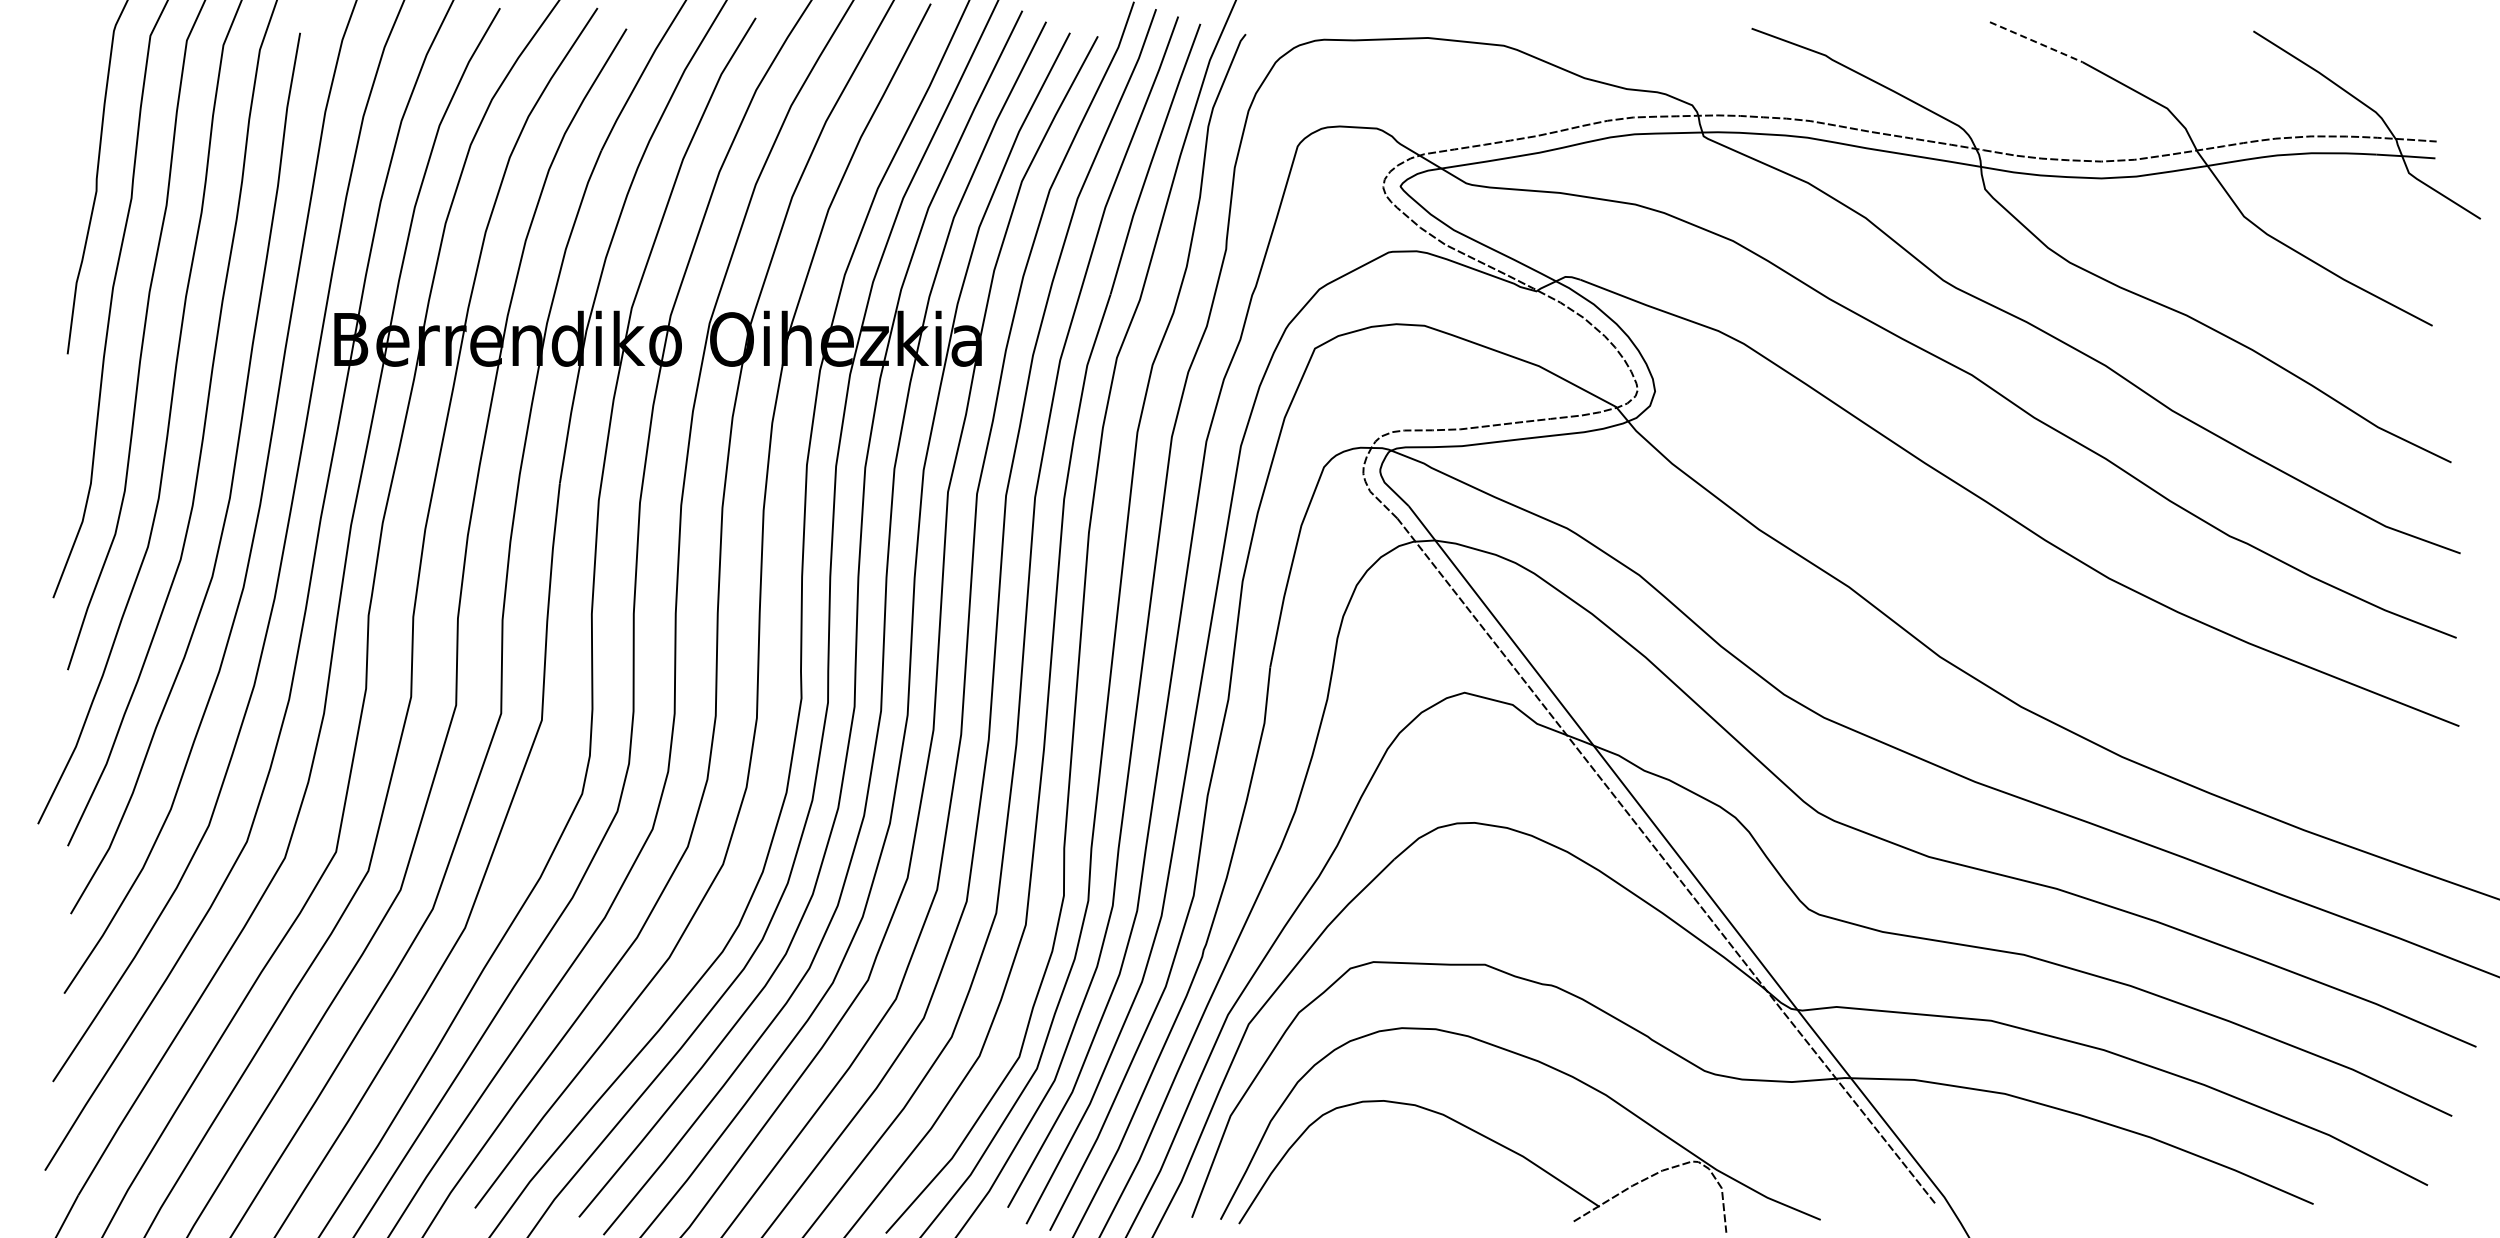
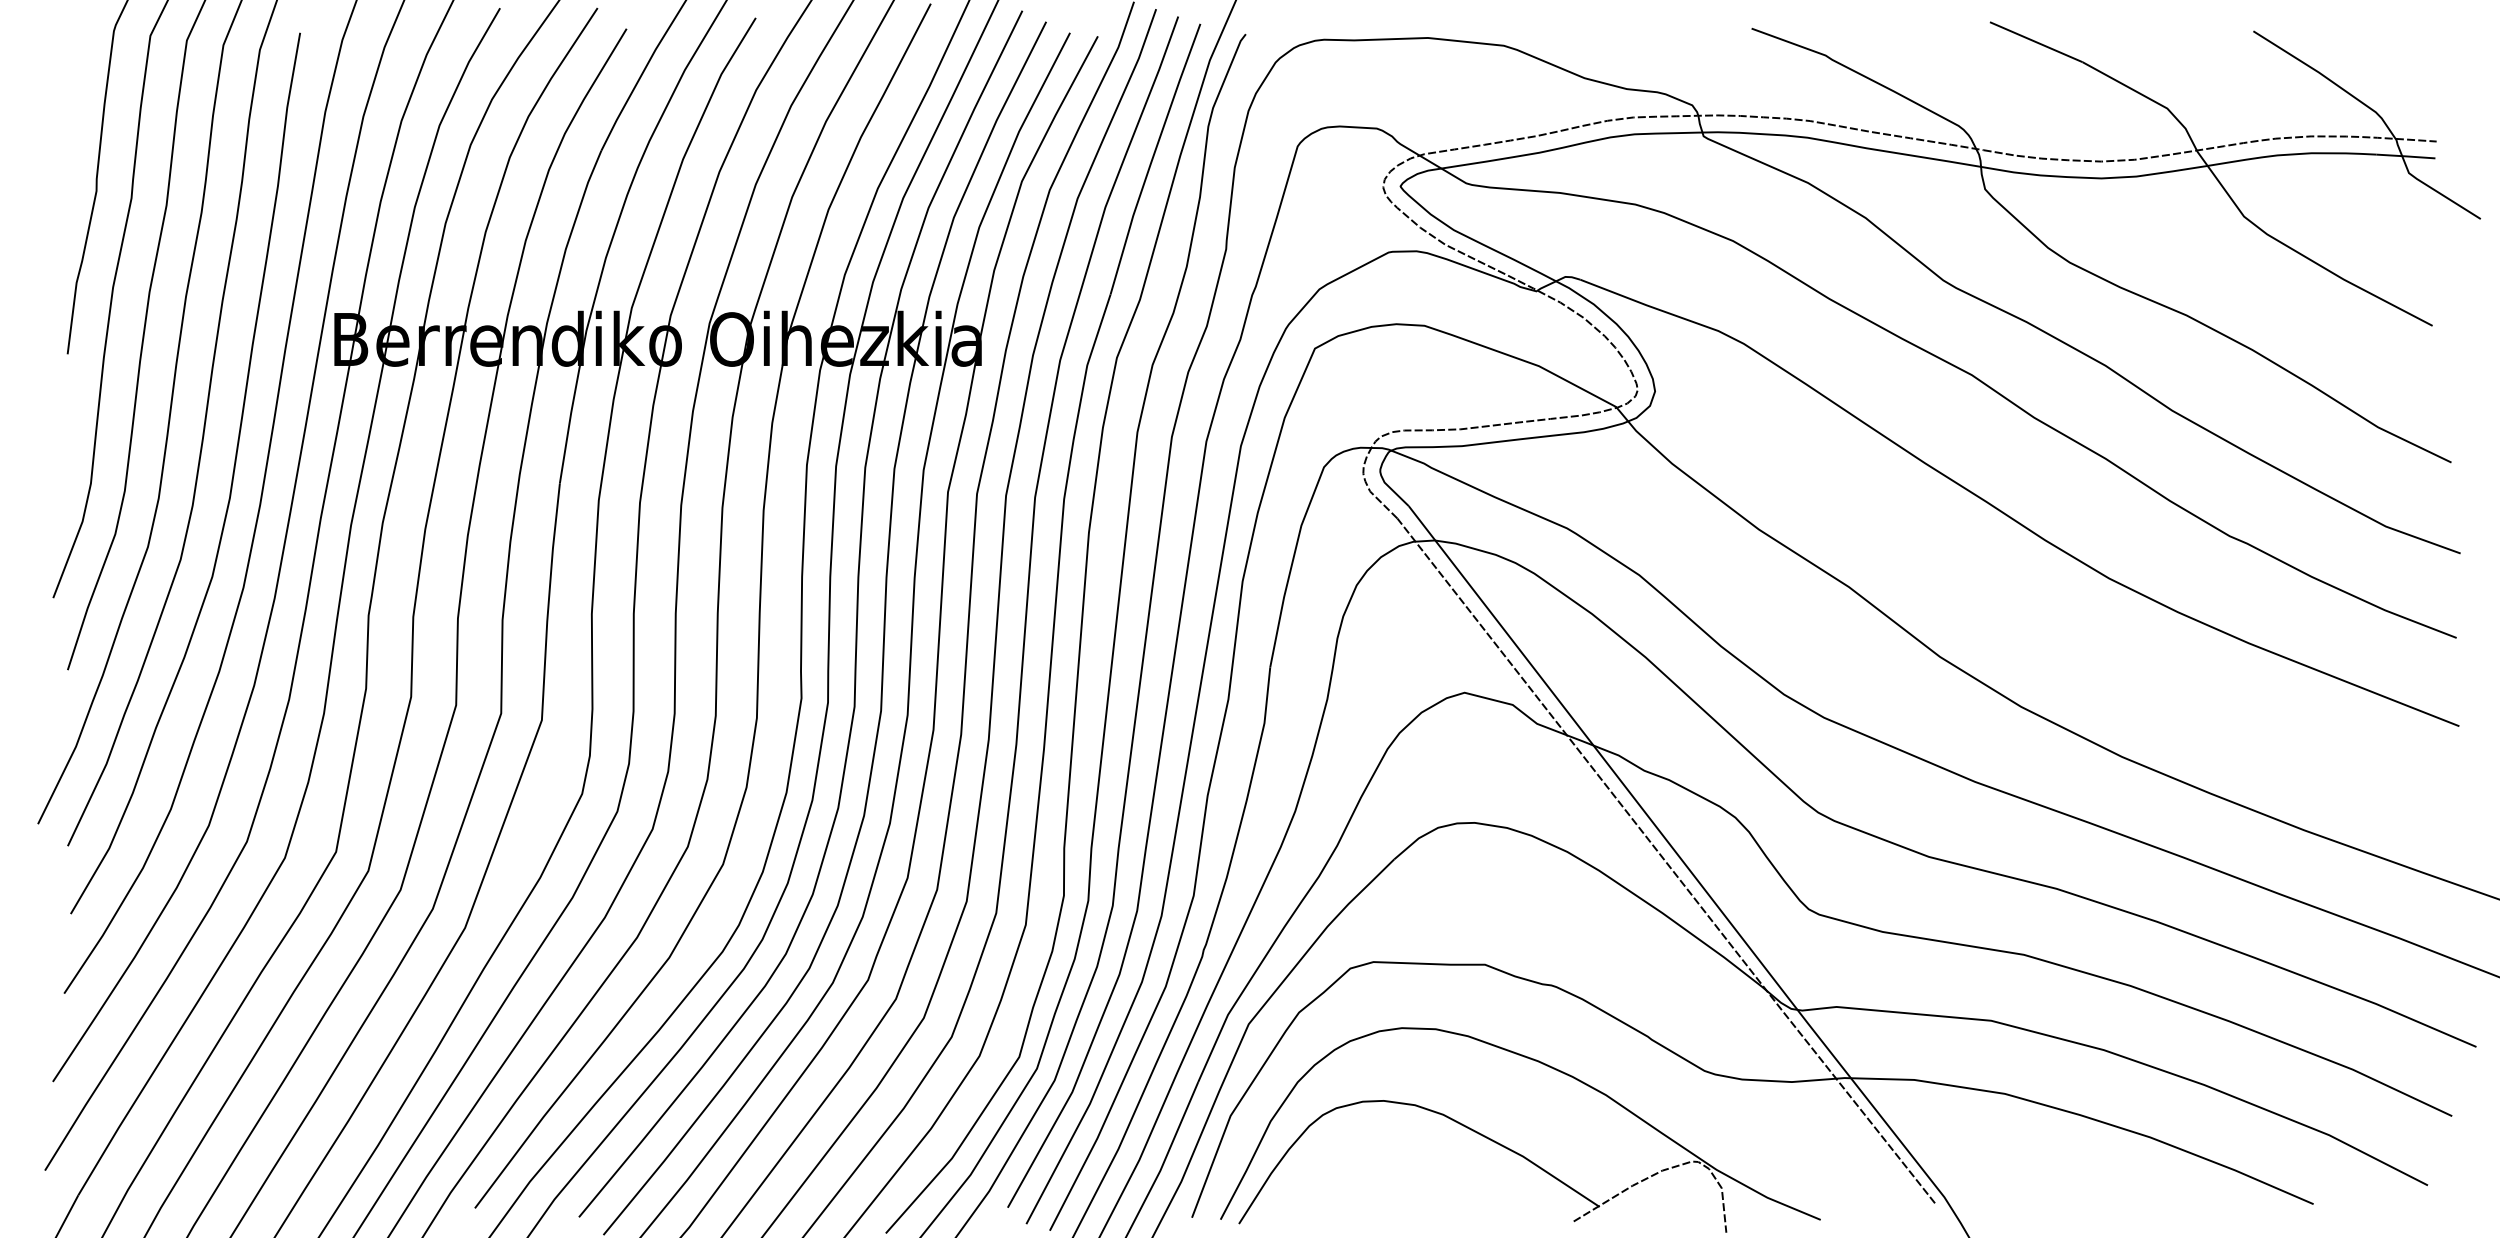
line at (2036, 42): dashed -> solid
